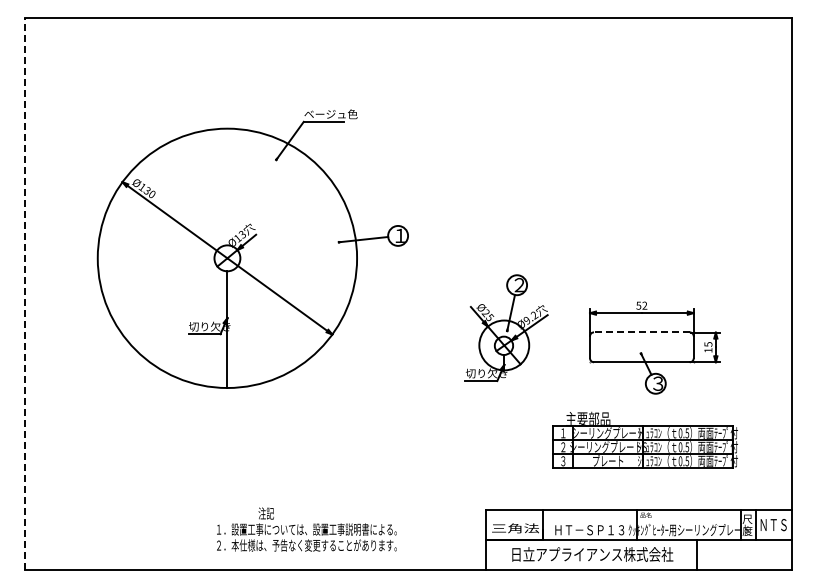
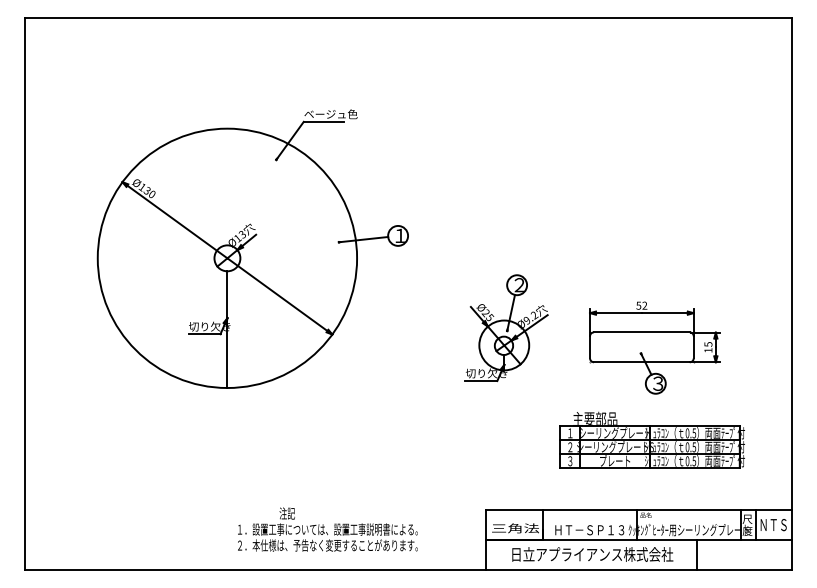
line at (24, 293): dashed -> solid
line at (641, 332): dashed -> solid
part at (644, 439) position: (644, 439) -> (651, 439)
text at (306, 529) position: (306, 529) -> (327, 529)
